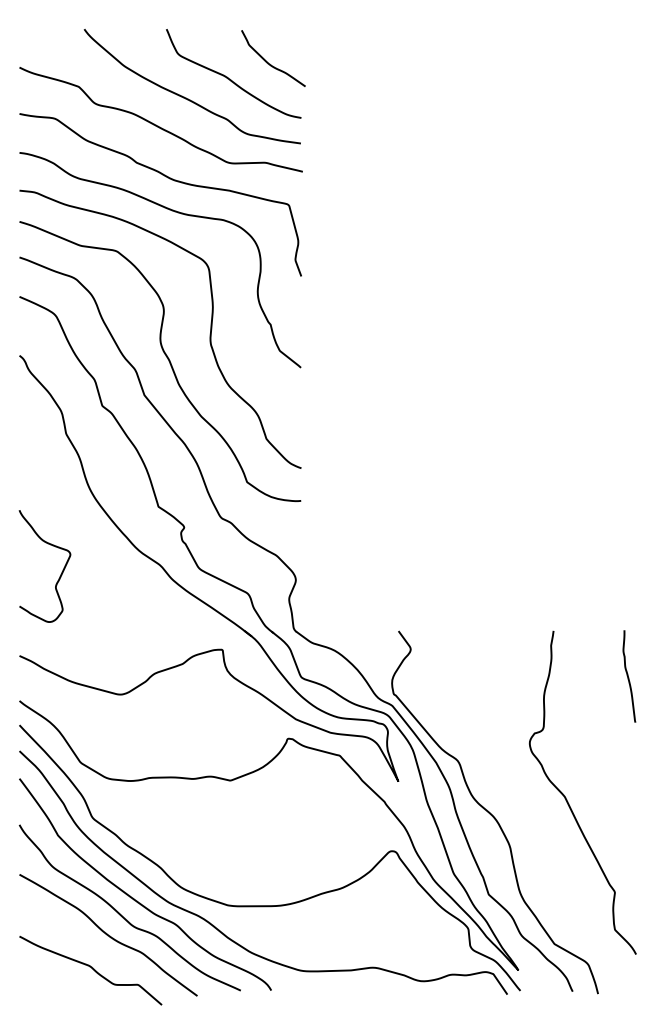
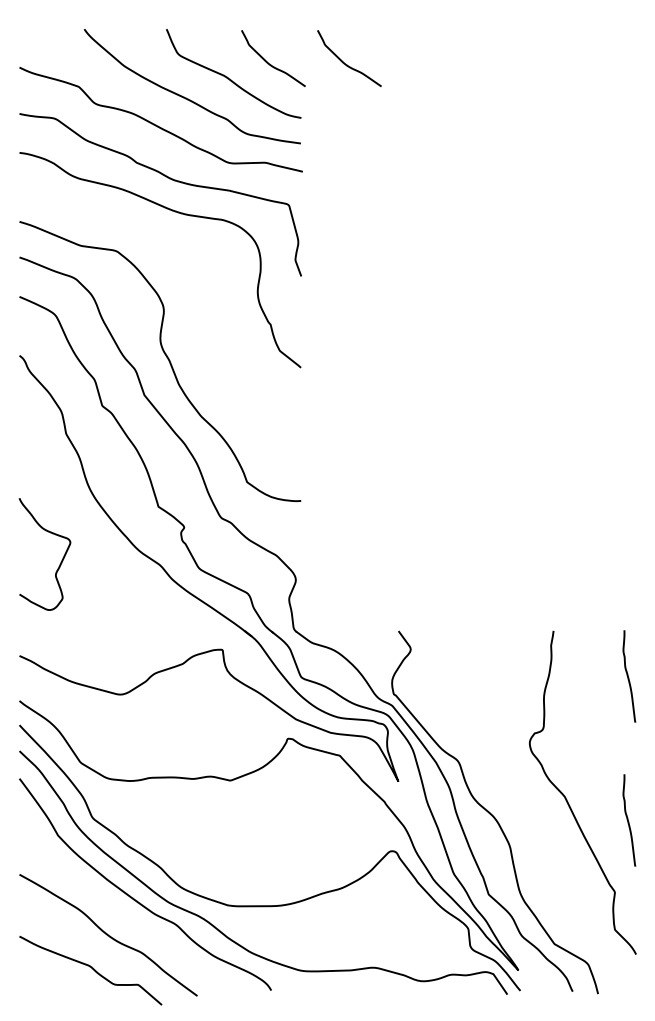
curve at (347, 64): none -> present
curve at (209, 334): present -> none
curve at (60, 574) position: (60, 574) -> (60, 562)
curve at (628, 820): none -> present
curve at (121, 914): present -> none
